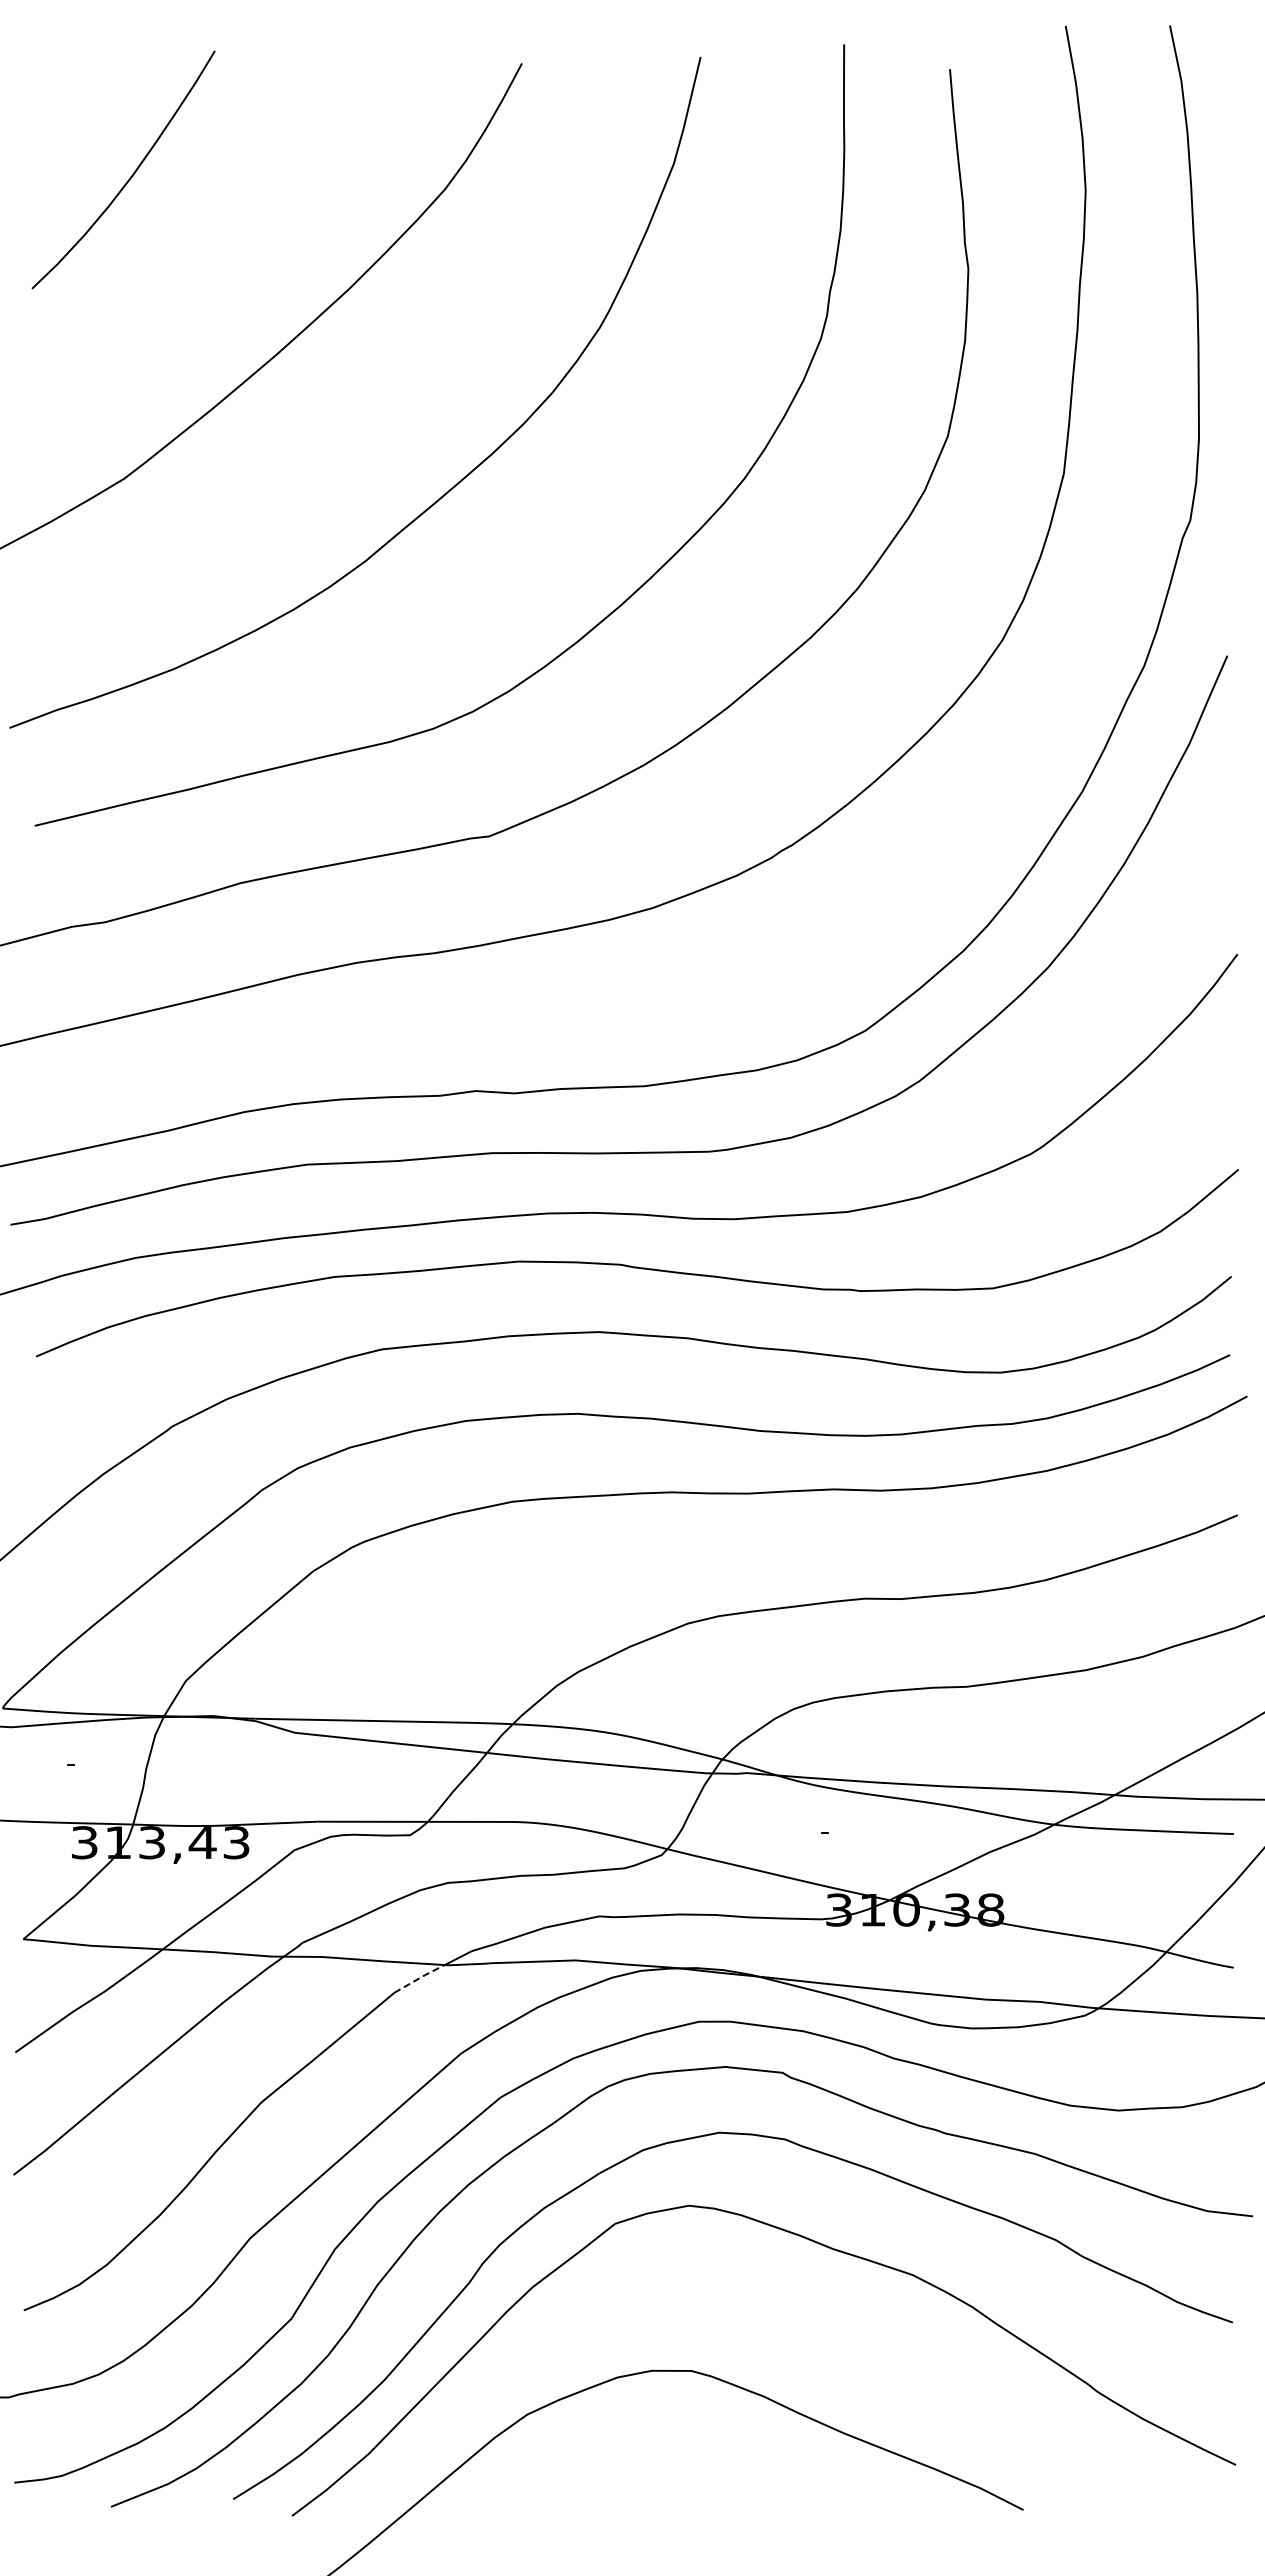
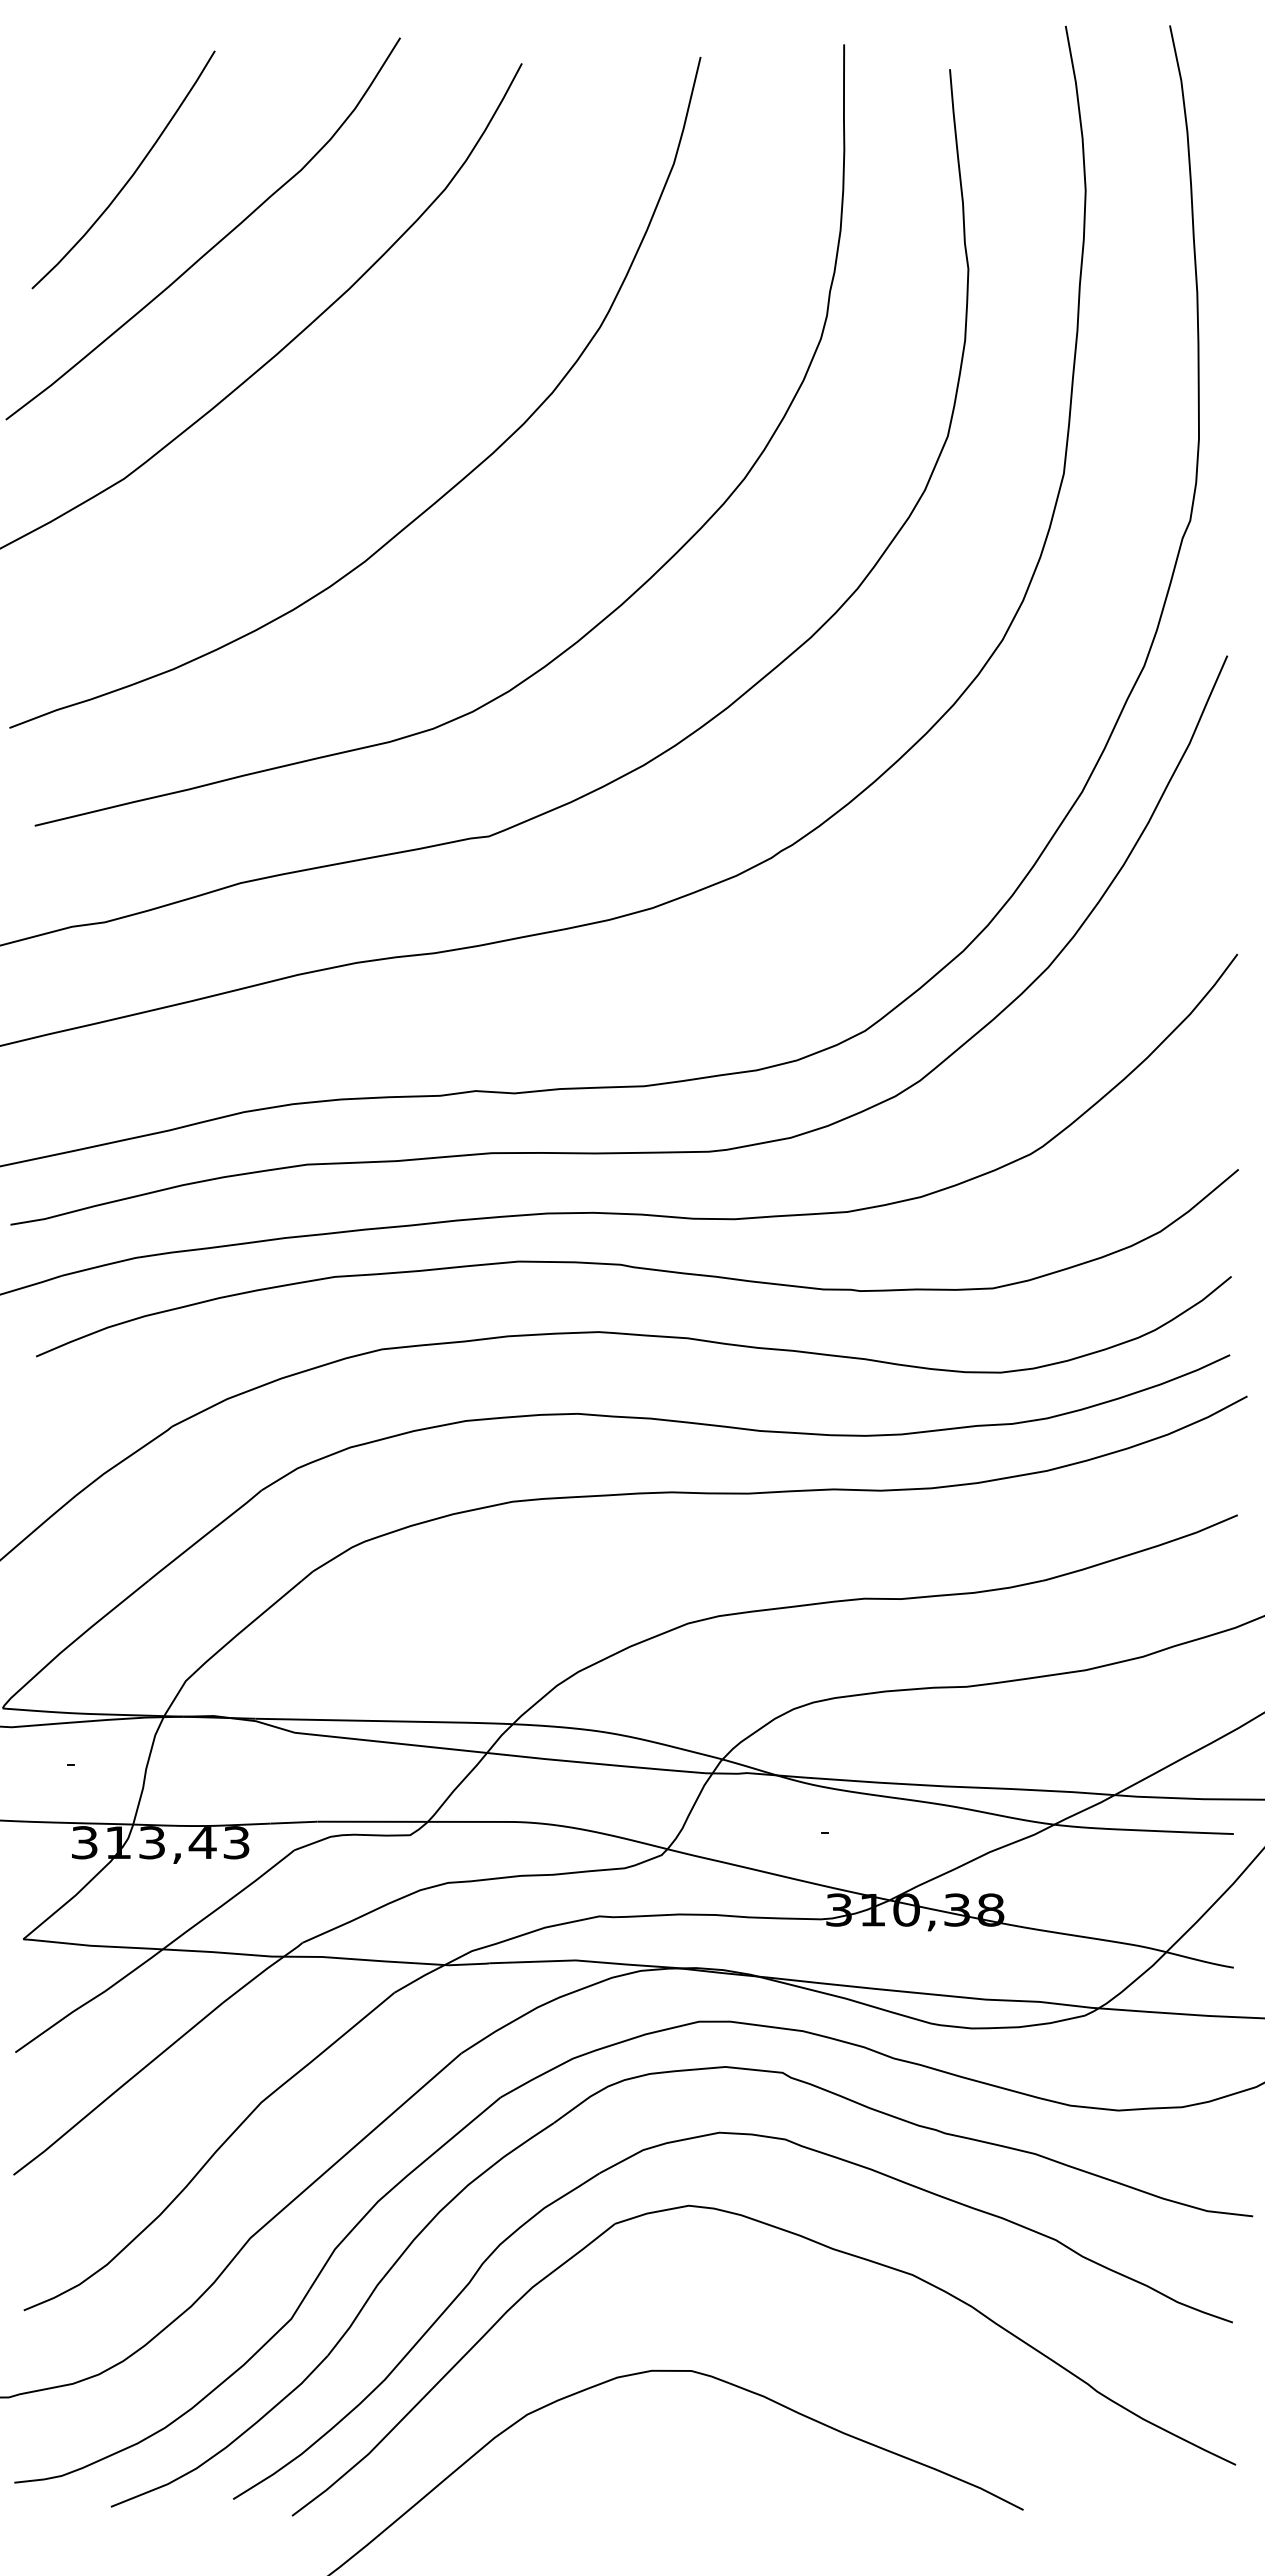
curve at (213, 245): none -> present
line at (419, 1978): dashed -> solid
